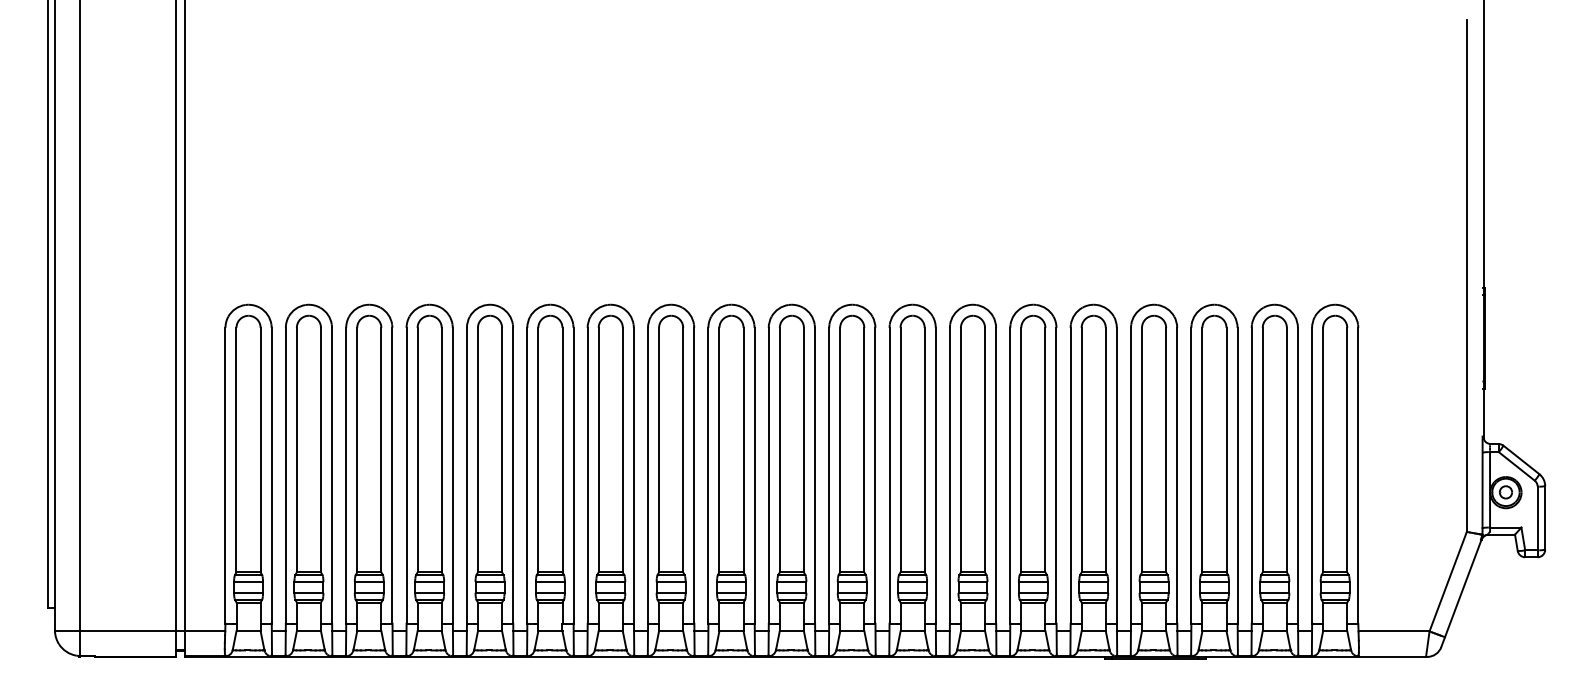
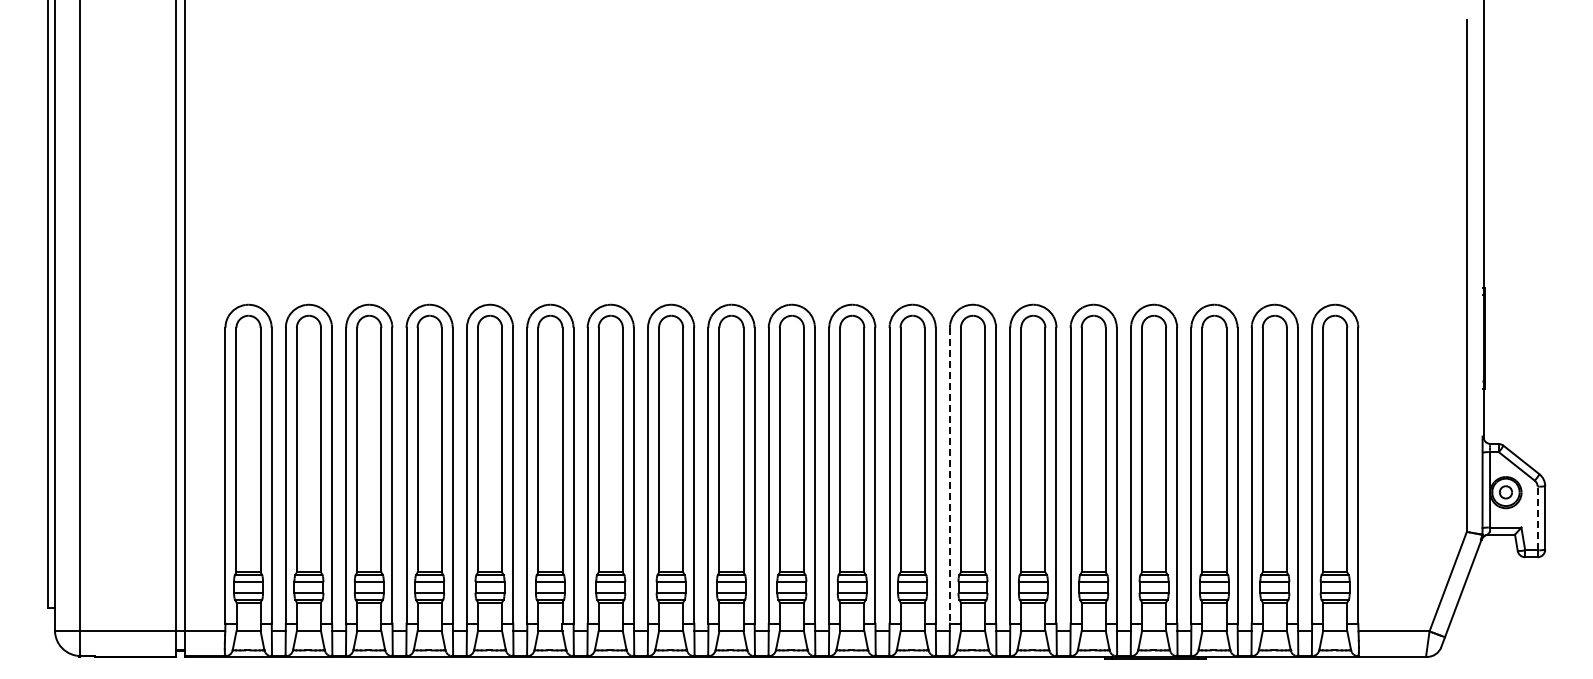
line at (949, 475): solid -> dashed
line at (1537, 518): solid -> dashed
